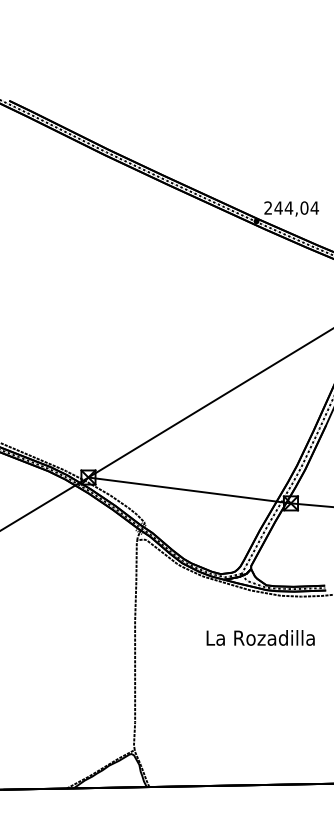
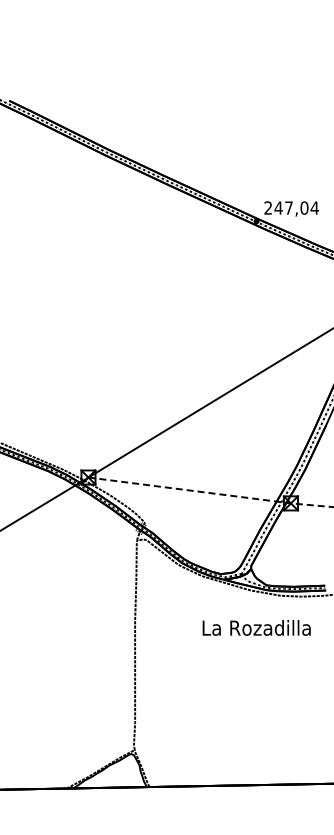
text at (288, 207): 244,04 -> 247,04
line at (211, 493): solid -> dashed
text at (260, 637) position: (260, 637) -> (256, 627)
